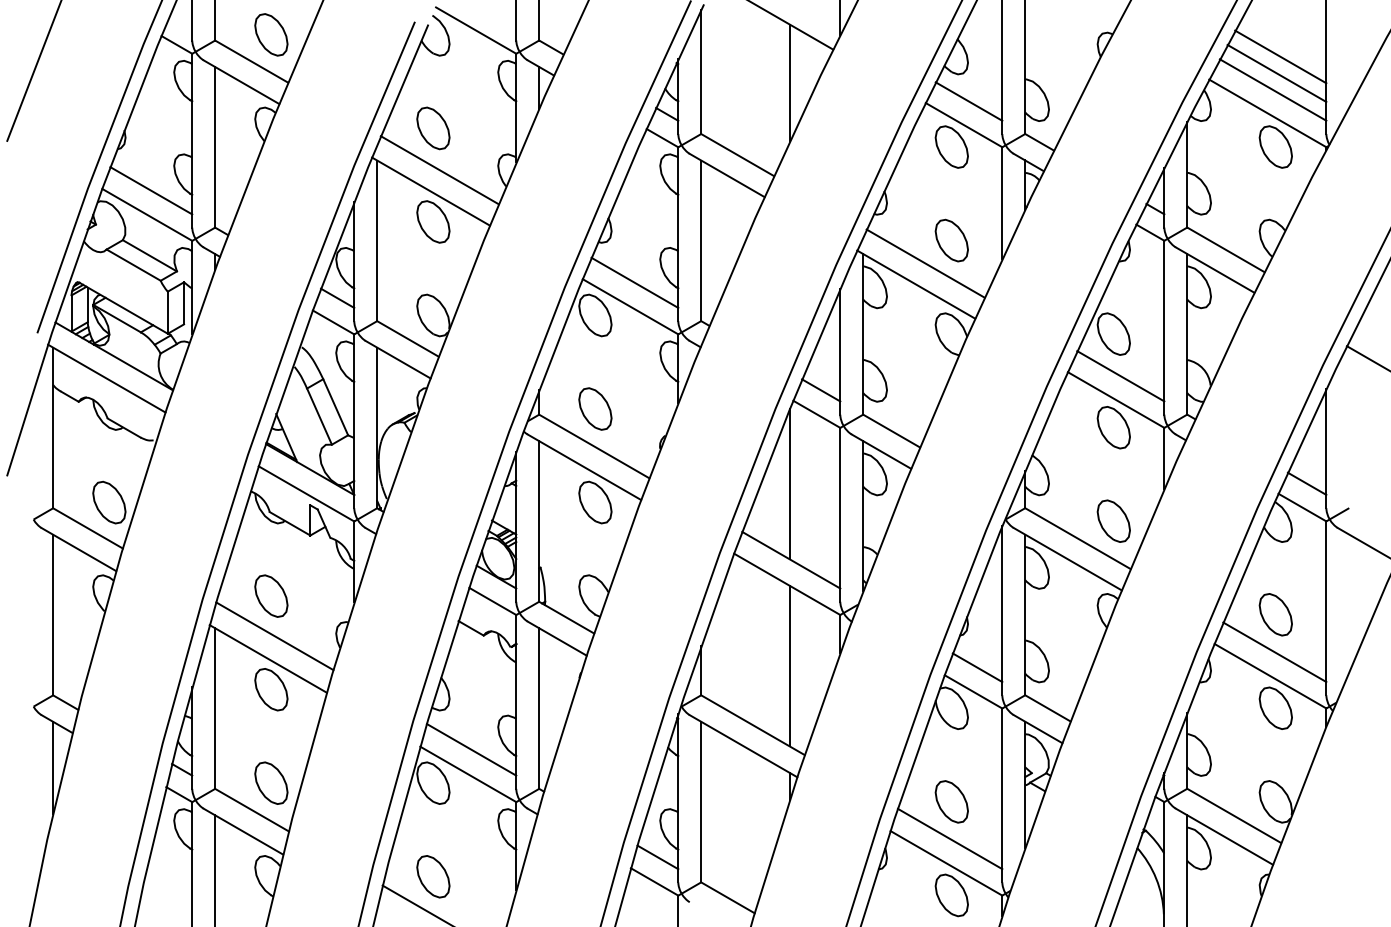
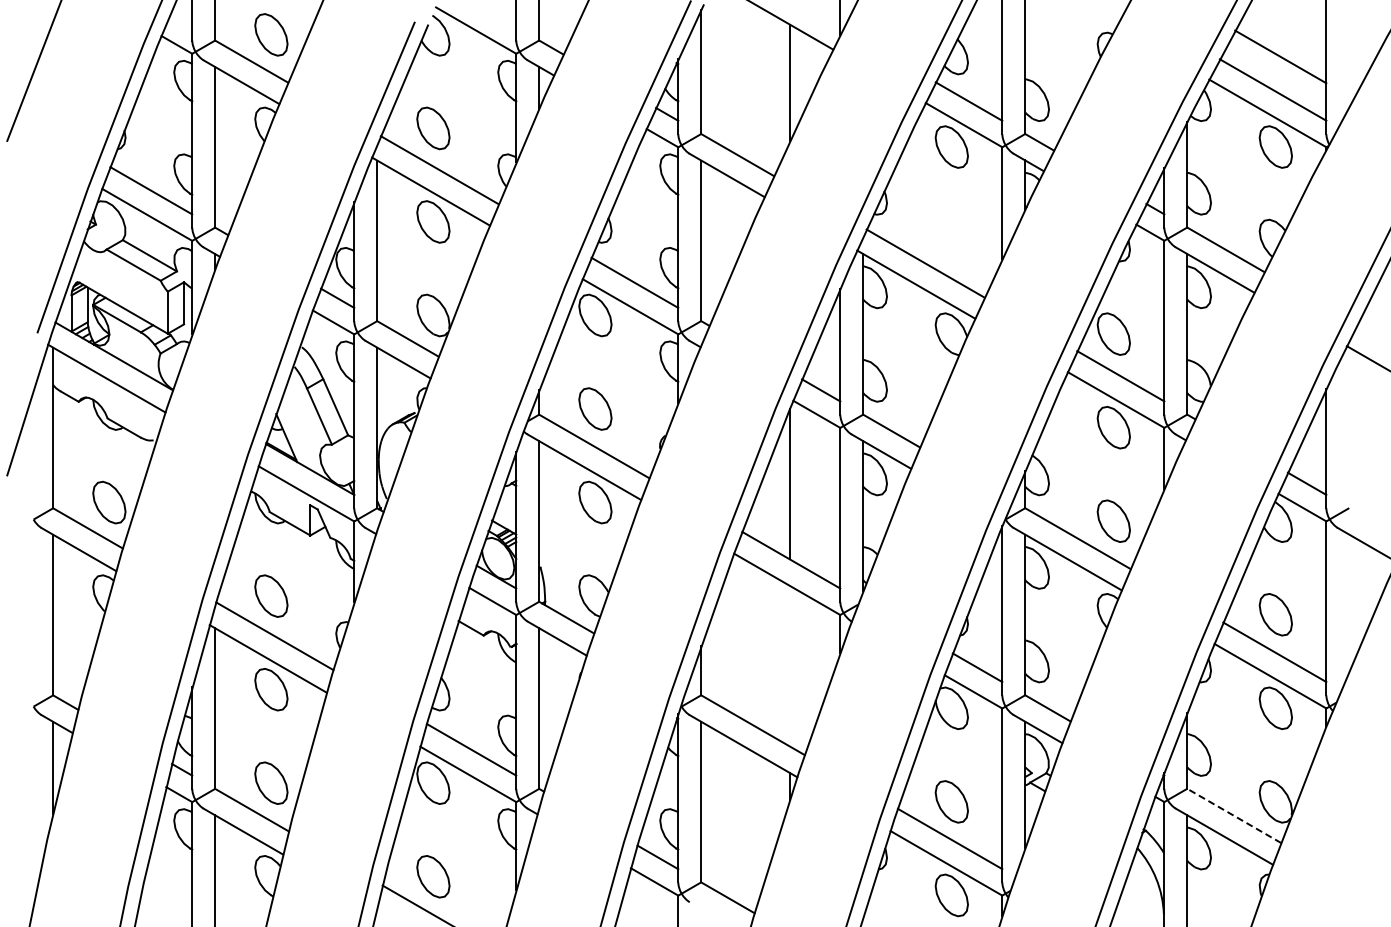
line at (1276, 72): present -> none
part at (951, 240): present -> none
line at (789, 665): present -> none
line at (1233, 815): solid -> dashed
